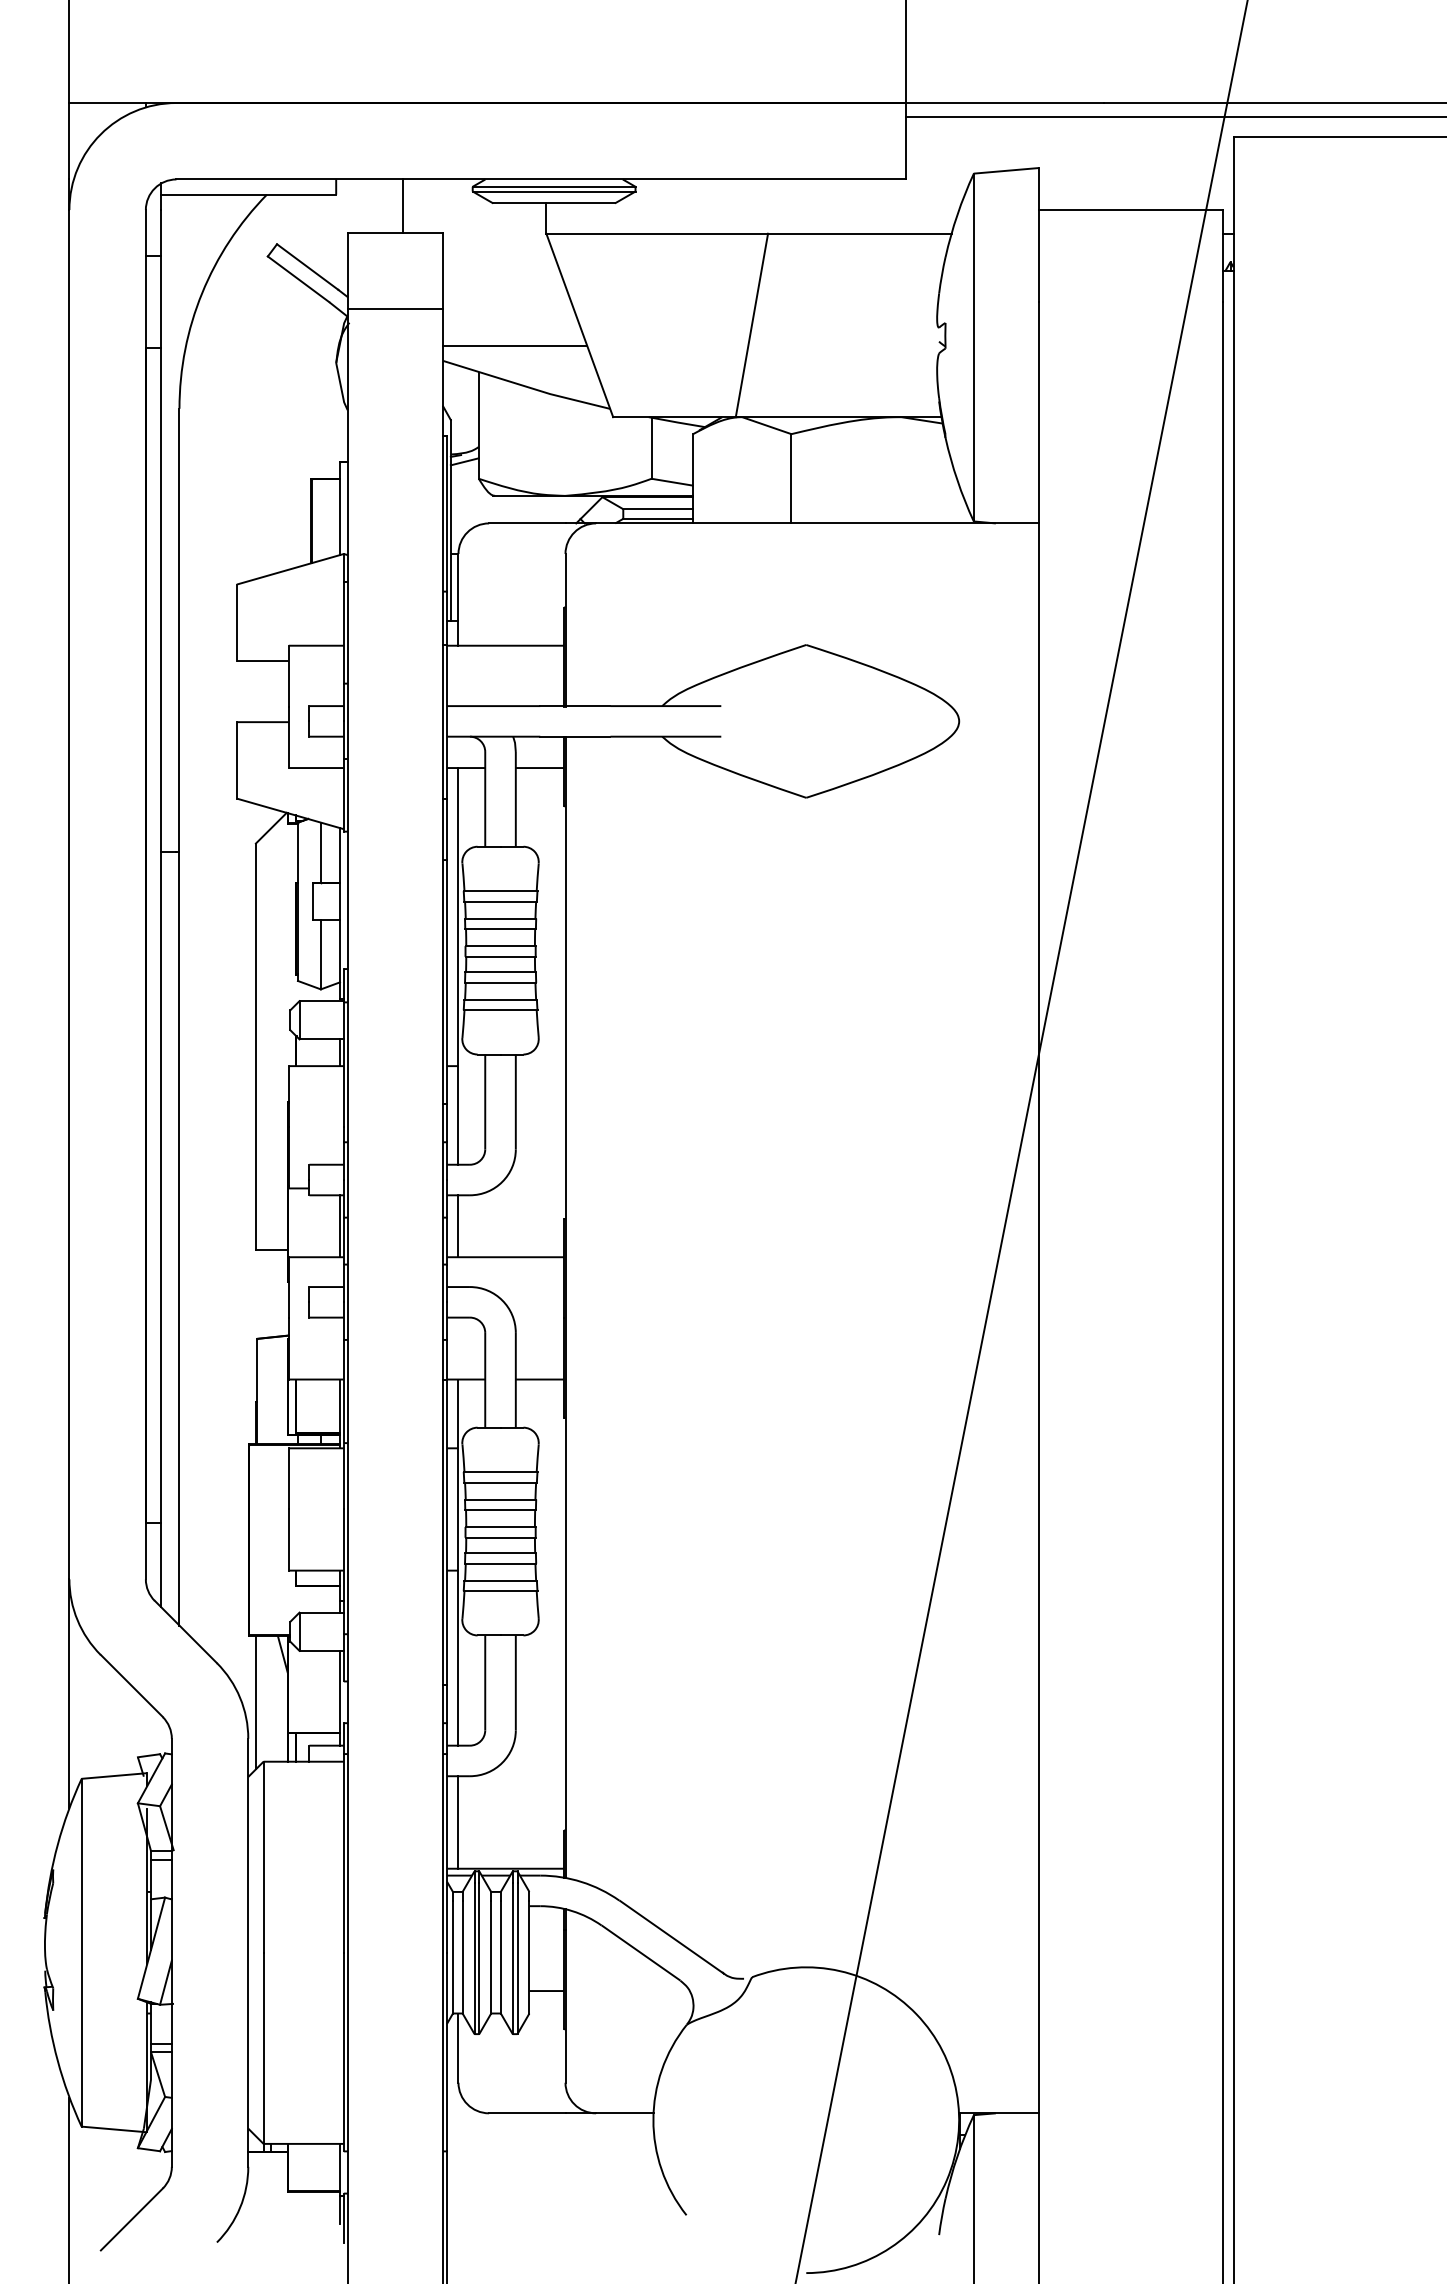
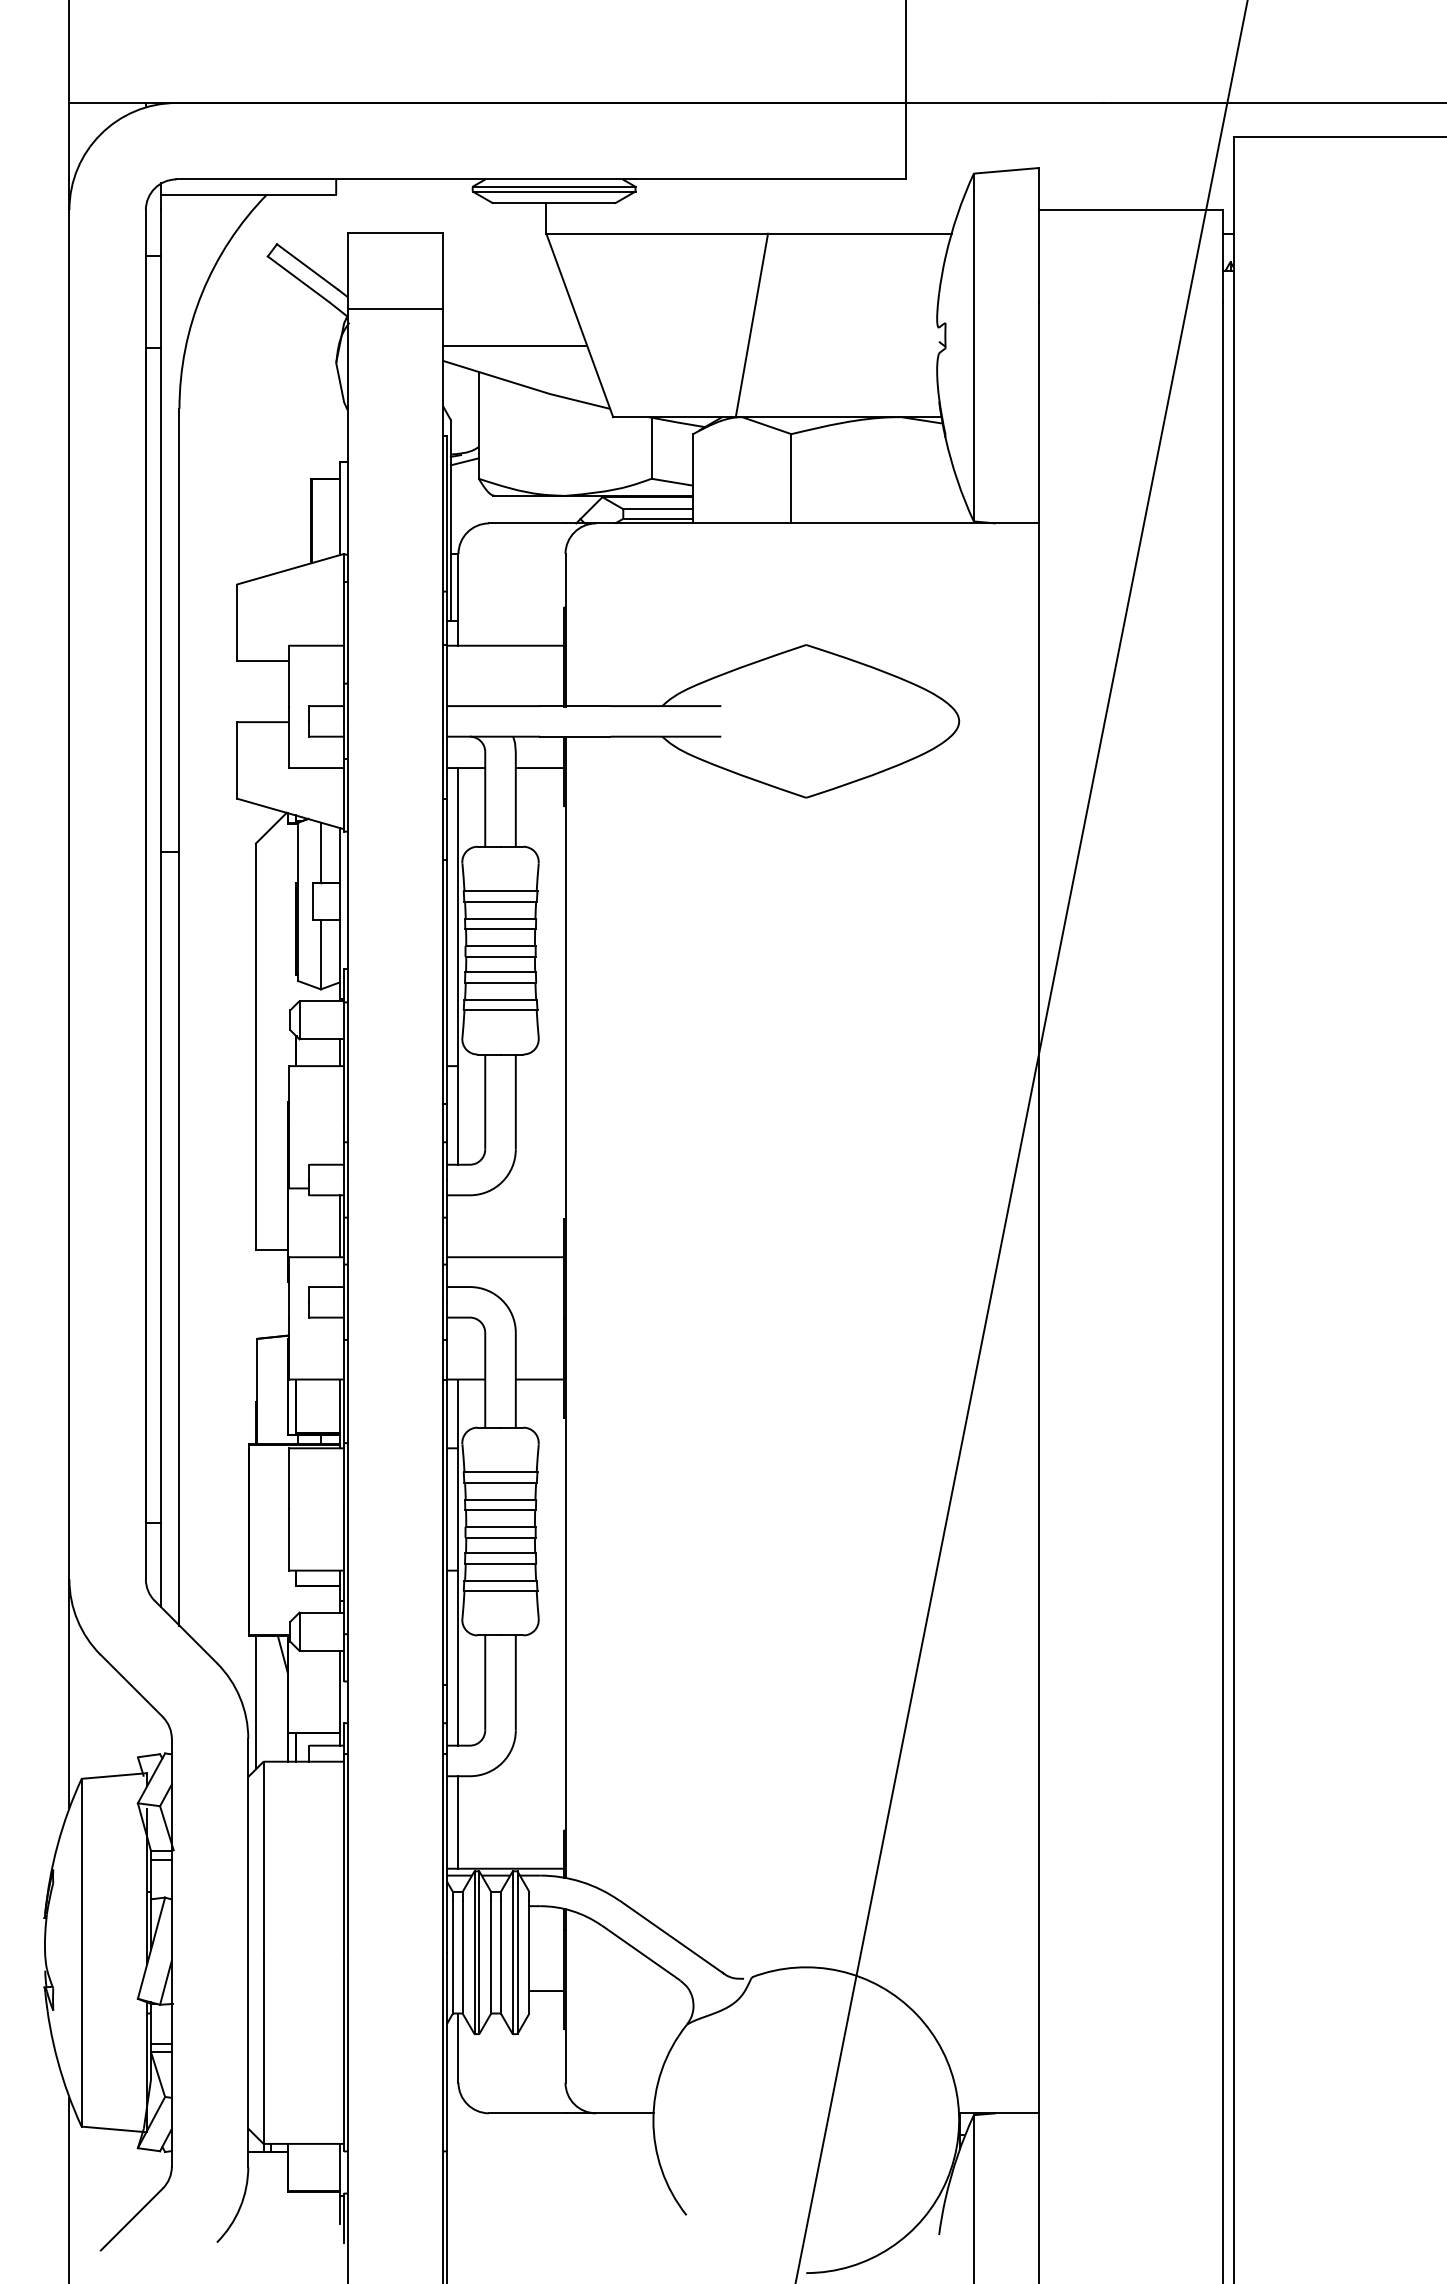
line at (1174, 116): present -> none
line at (402, 205): present -> none
line at (458, 1226): present -> none
